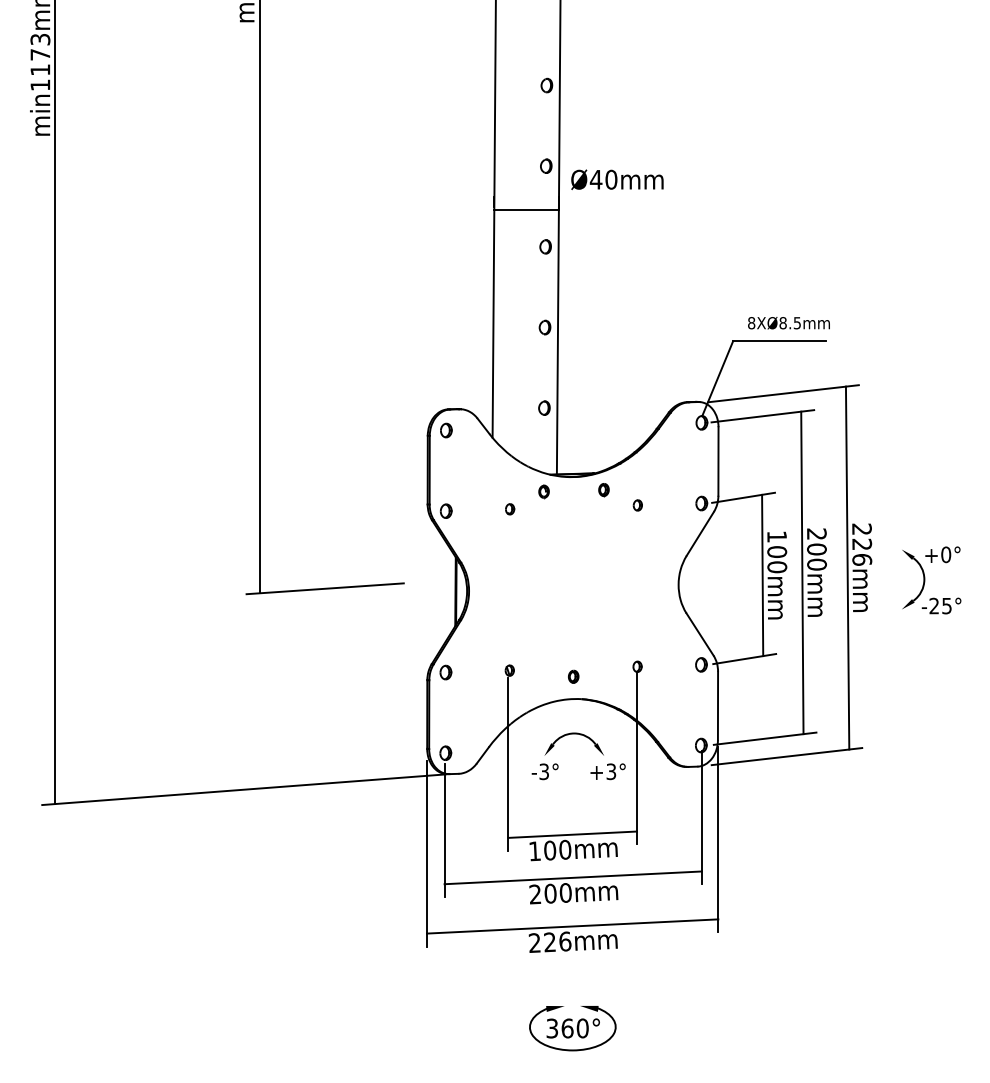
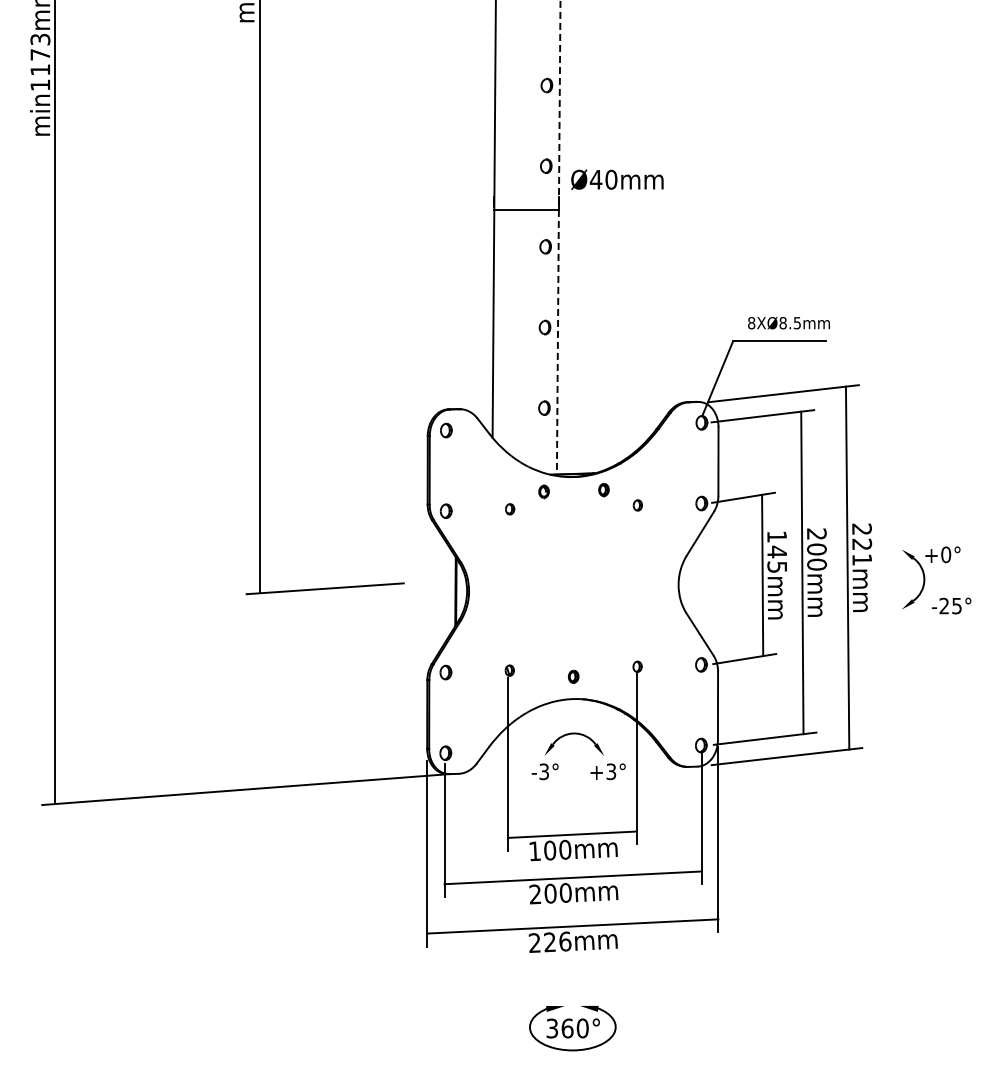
line at (558, 237): solid -> dashed
text at (777, 559): 100mm -> 145mm
text at (862, 559): 226mm -> 221mm
text at (941, 605) position: (941, 605) -> (951, 605)
